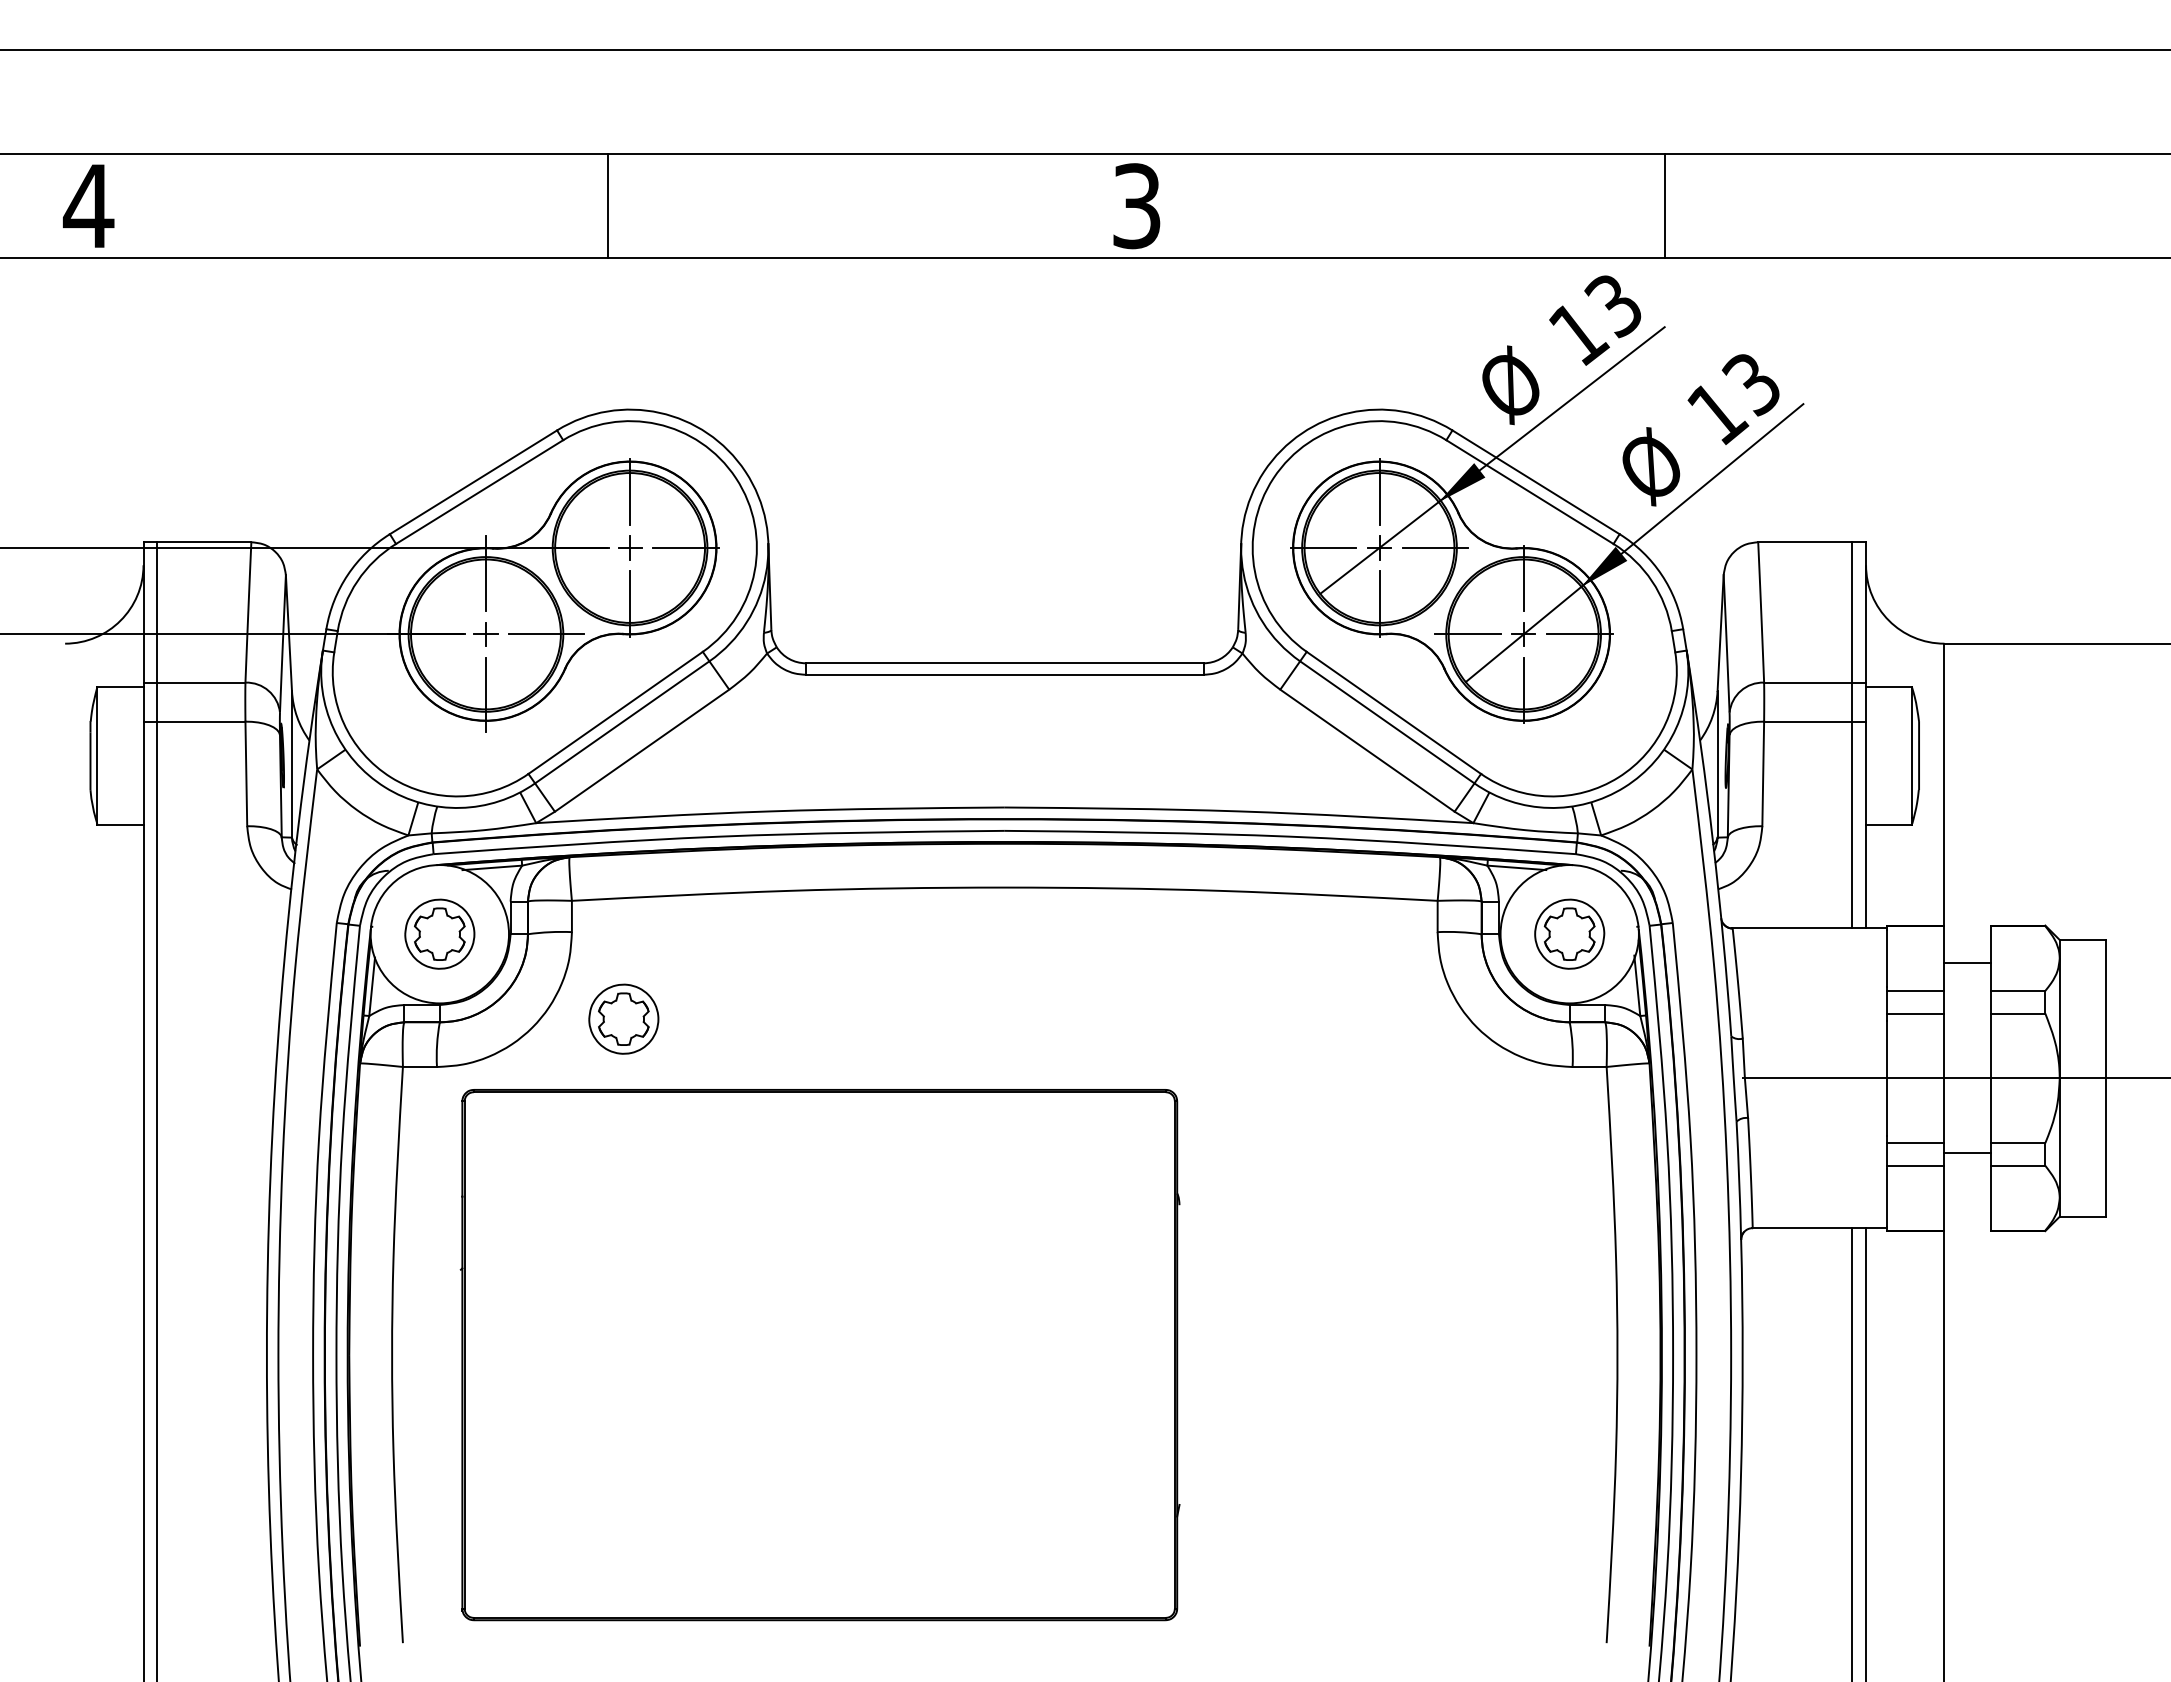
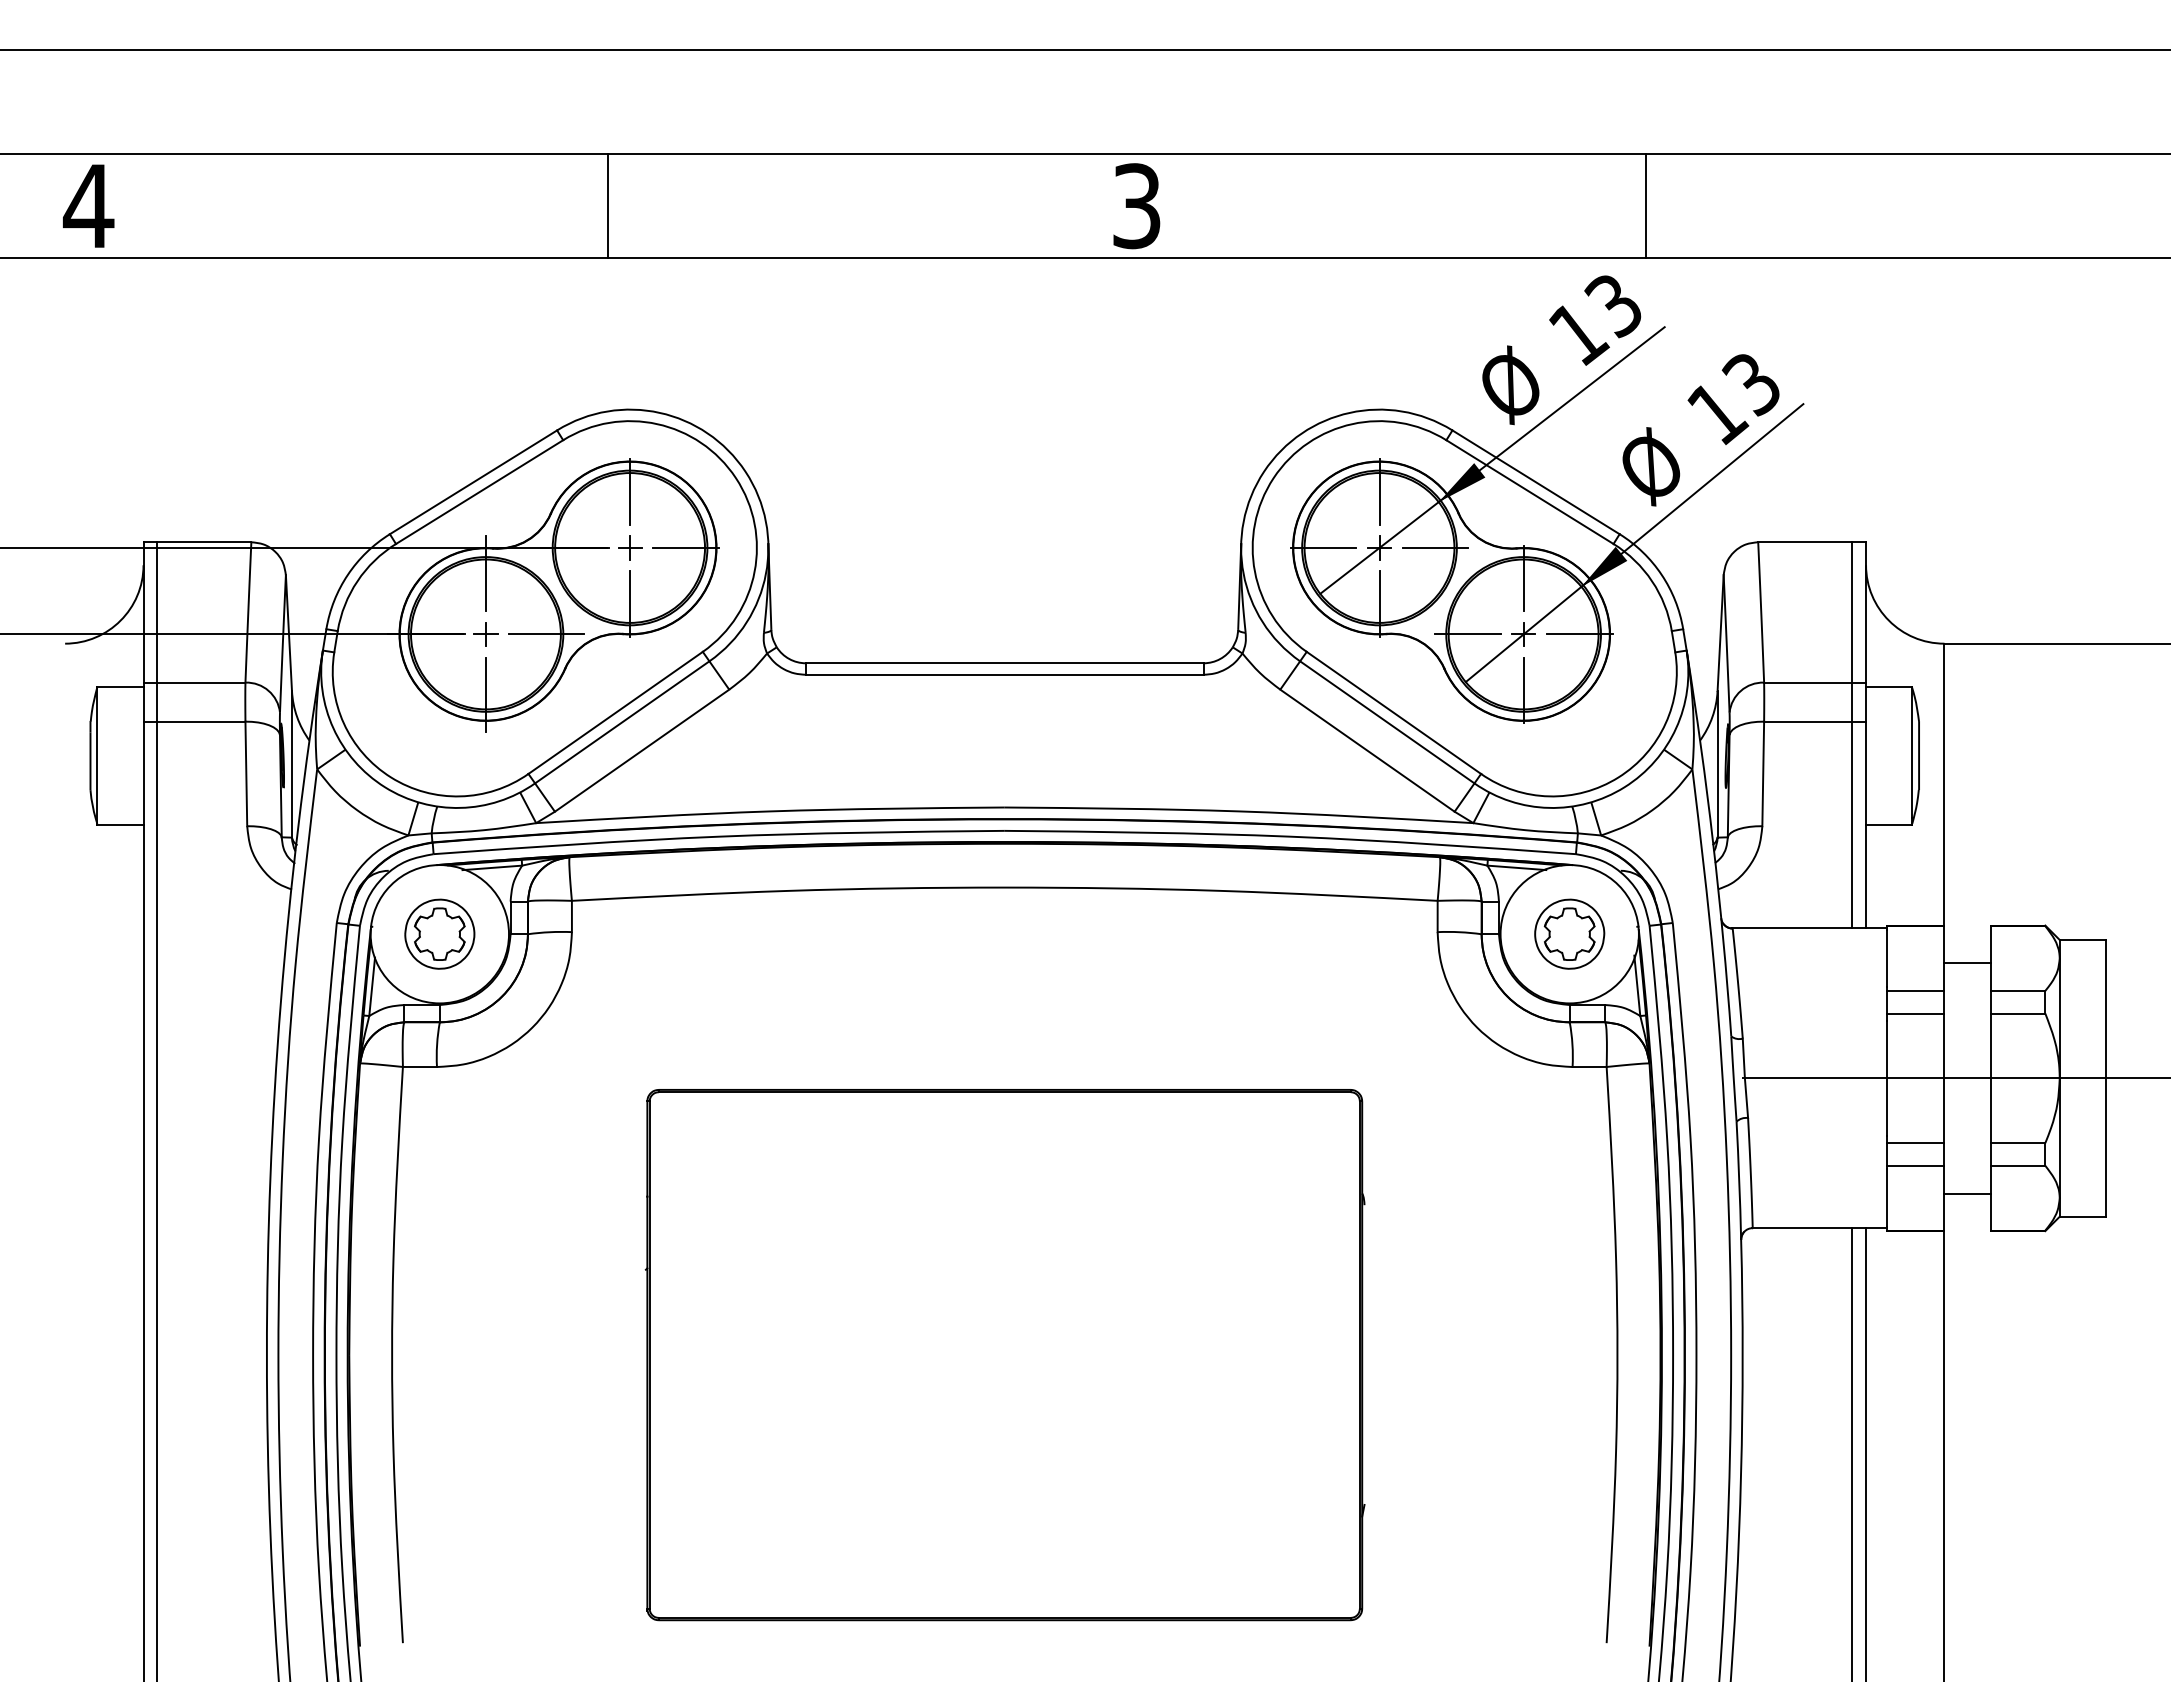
line at (1664, 205) position: (1664, 205) -> (1645, 205)
part at (623, 1018): present -> none
line at (1967, 1152) position: (1967, 1152) -> (1967, 1193)
part at (819, 1355) position: (819, 1355) -> (1004, 1355)
